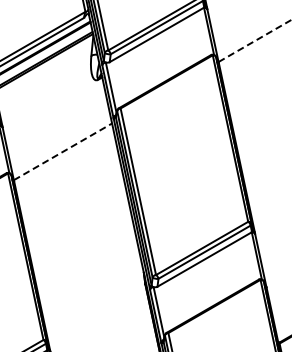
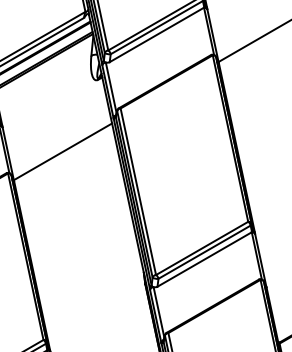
line at (255, 40): dashed -> solid
line at (62, 151): dashed -> solid
